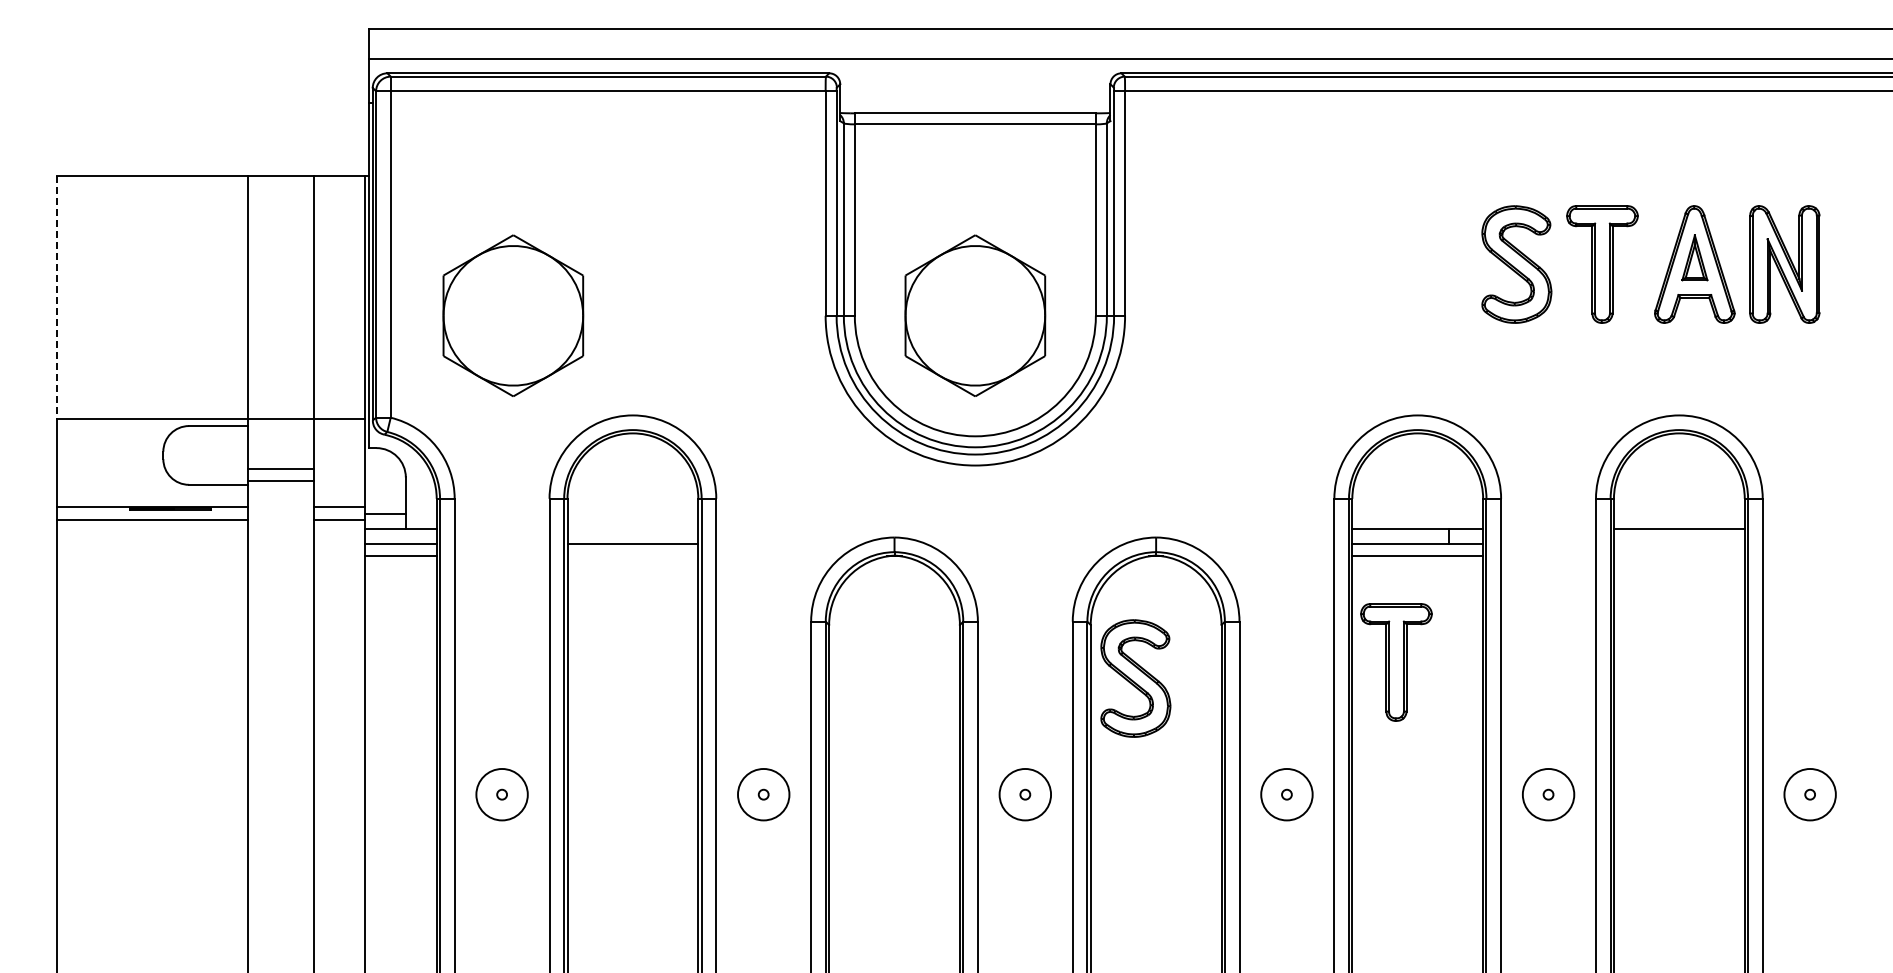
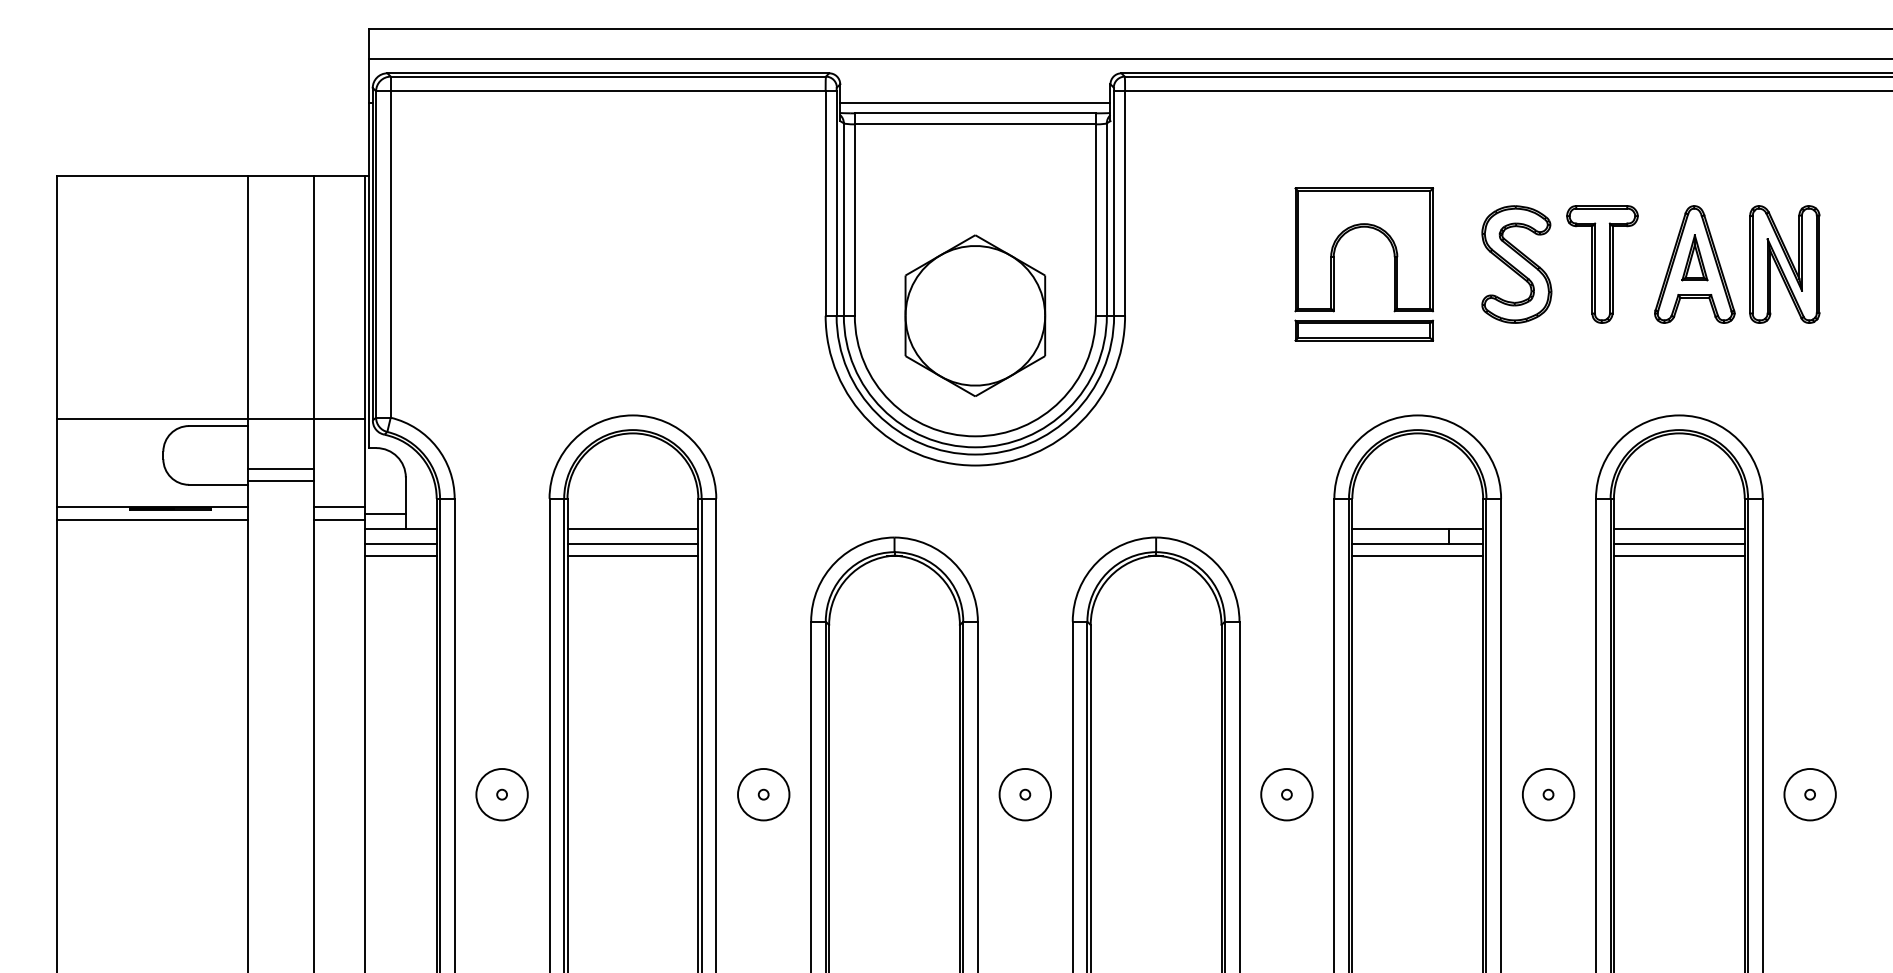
line at (975, 102): none -> present
part at (1334, 264): none -> present
line at (56, 298): dashed -> solid
part at (513, 315): present -> none
line at (632, 528): none -> present
line at (1678, 543): none -> present
line at (632, 556): none -> present
line at (1678, 556): none -> present
part at (1396, 662): present -> none
part at (1135, 678): present -> none
